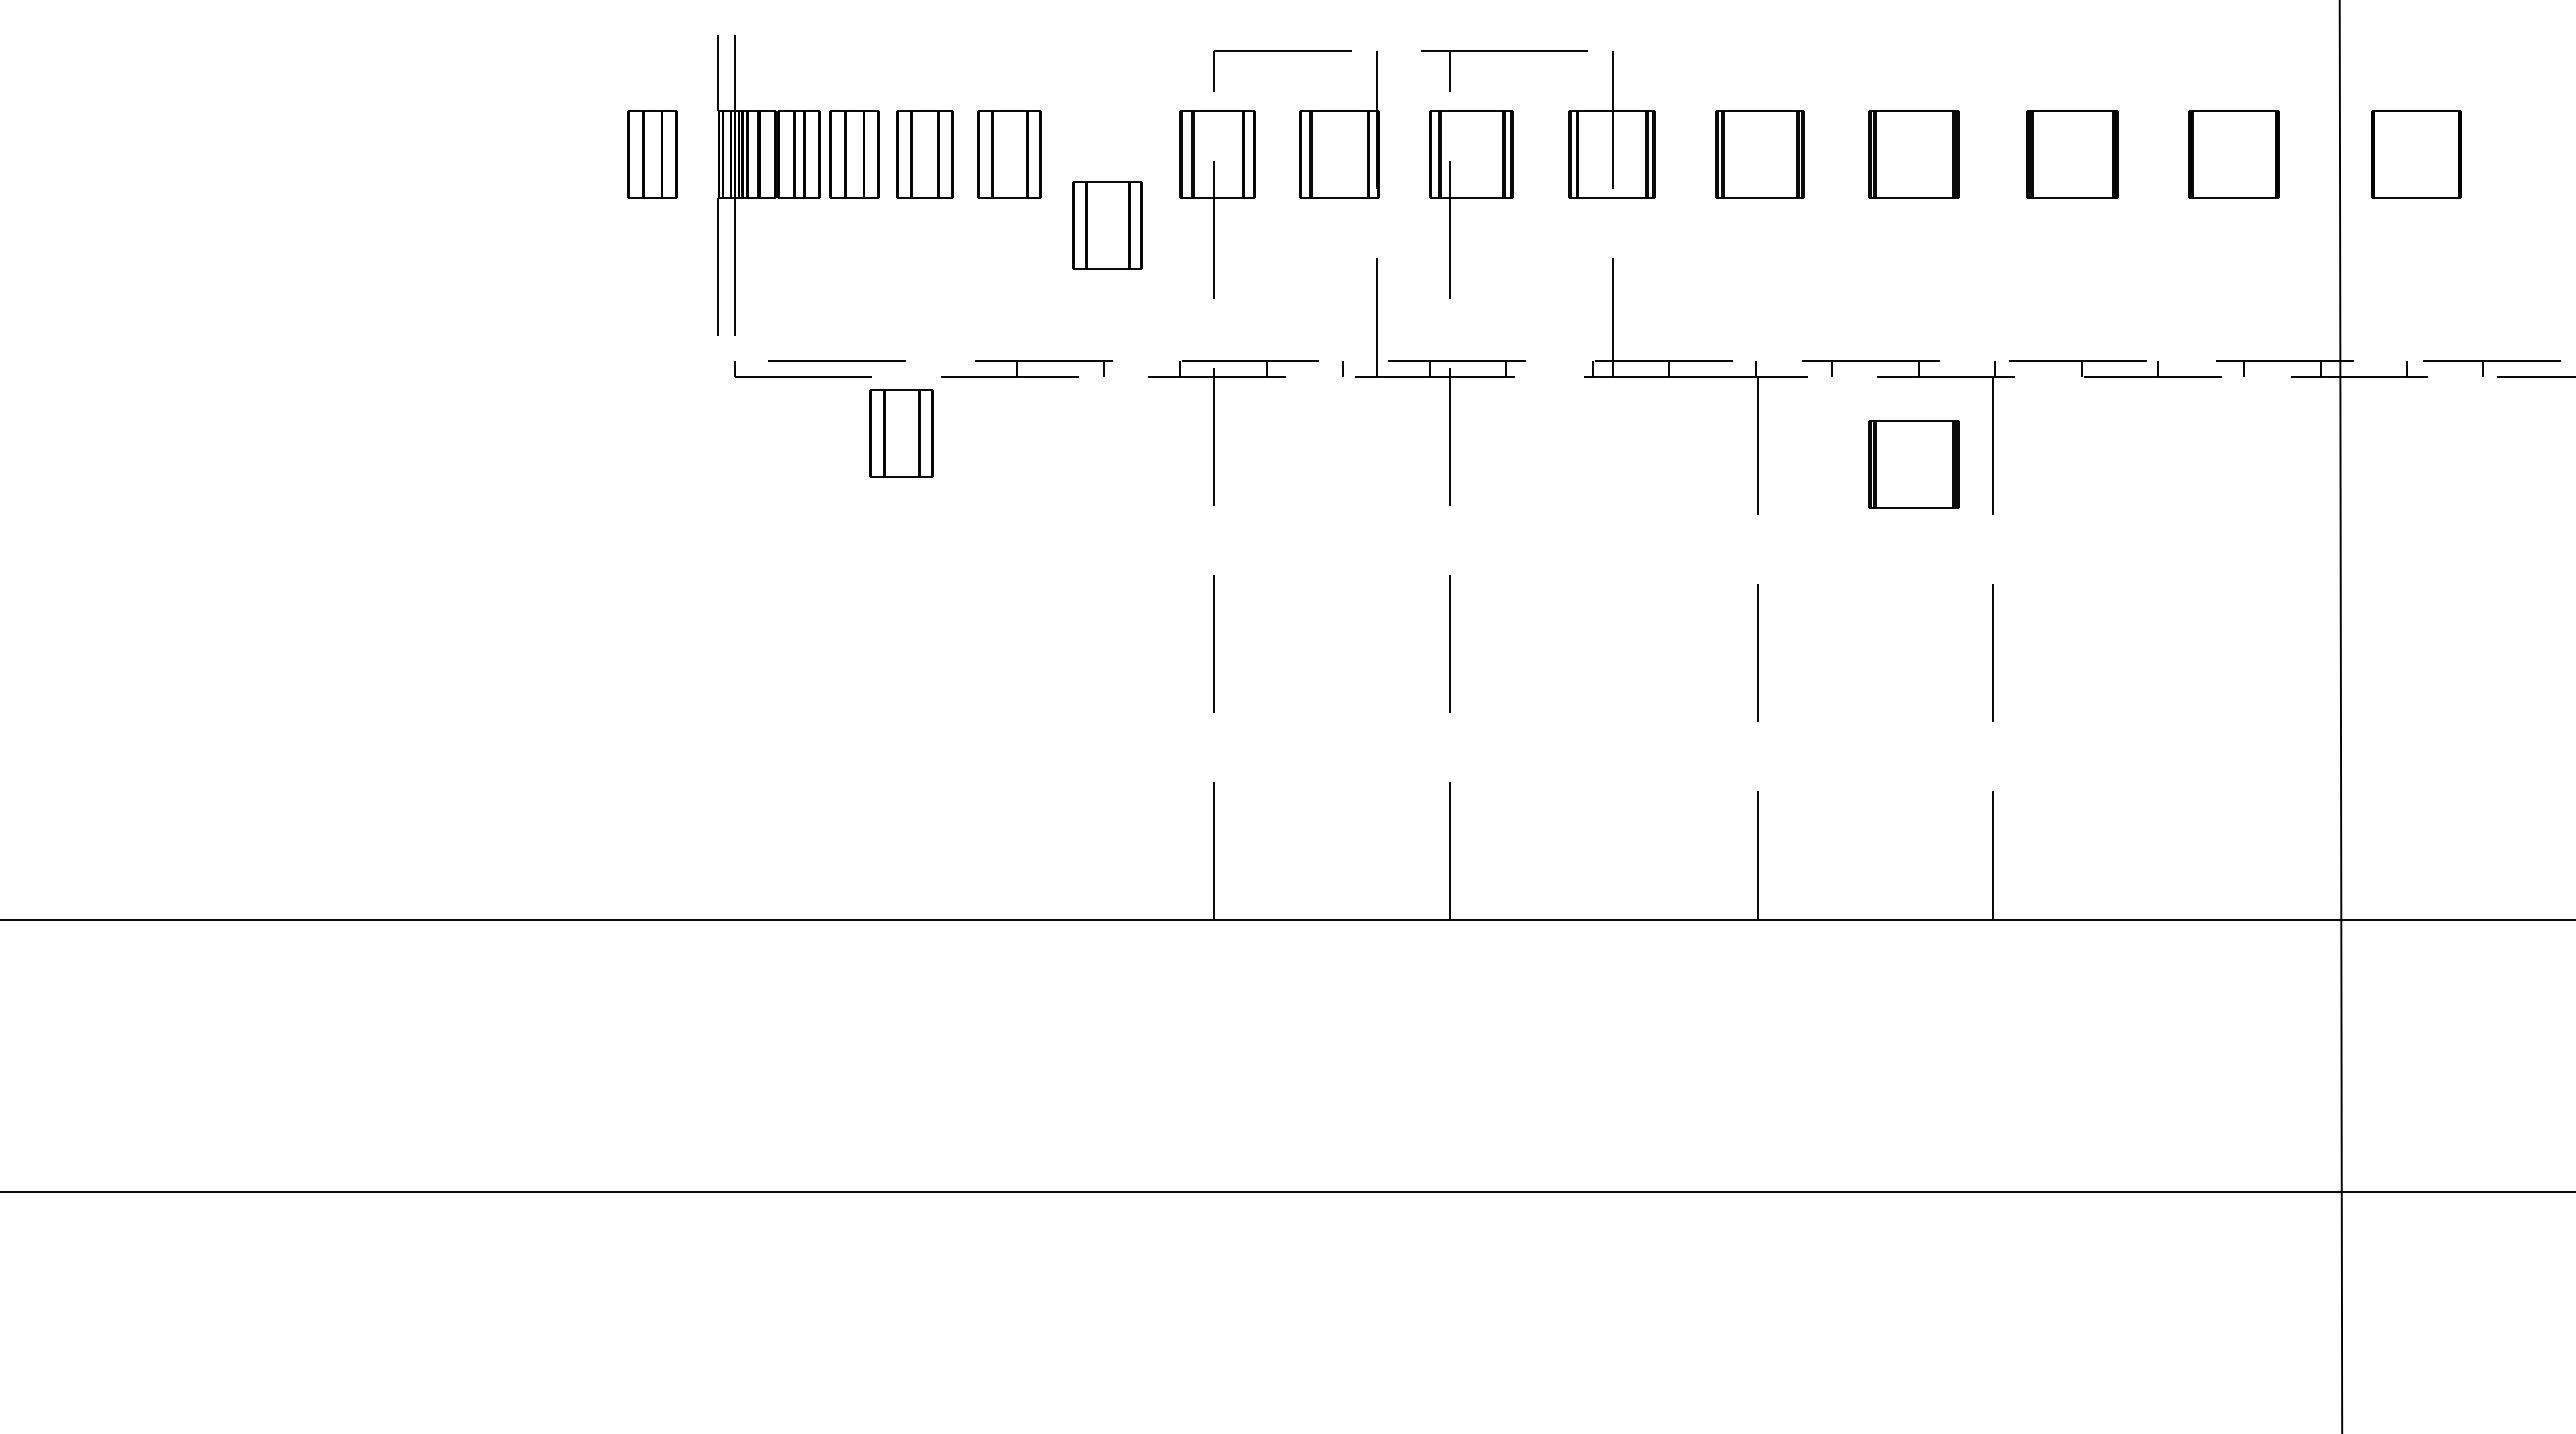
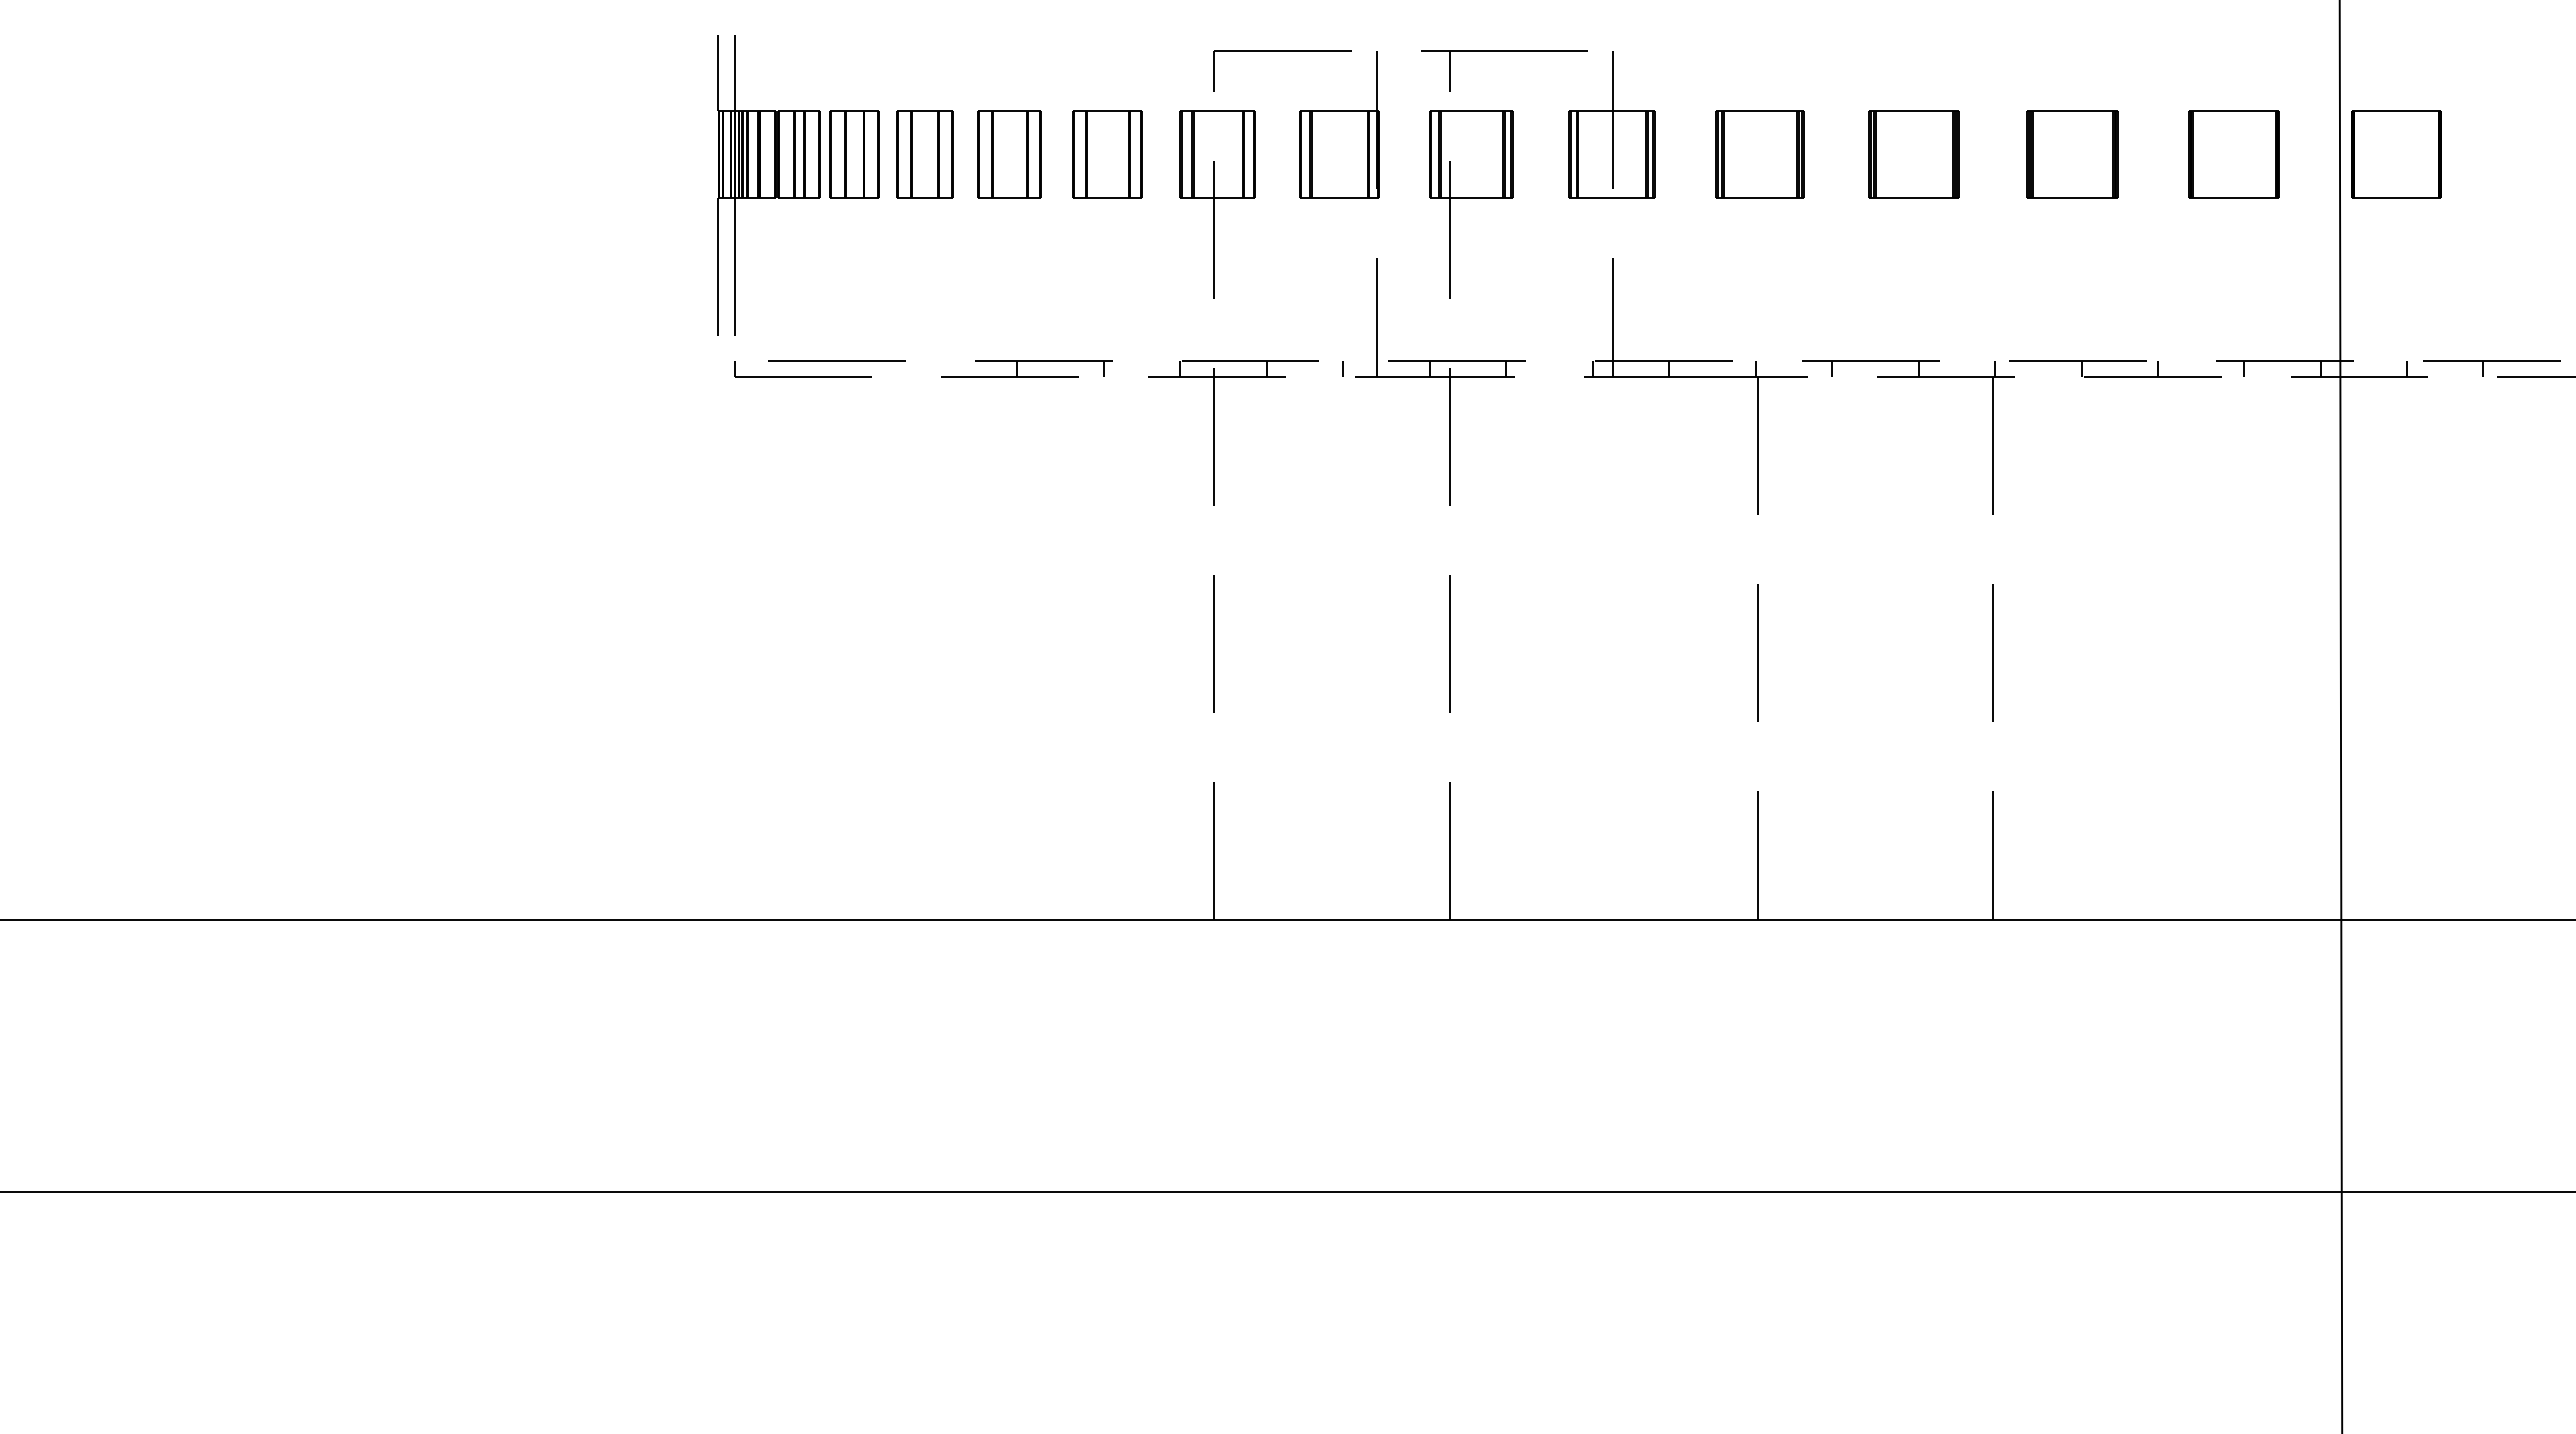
part at (652, 154): present -> none
part at (2416, 154) position: (2416, 154) -> (2396, 154)
part at (1107, 225) position: (1107, 225) -> (1107, 154)
part at (901, 433): present -> none
part at (1913, 464): present -> none
